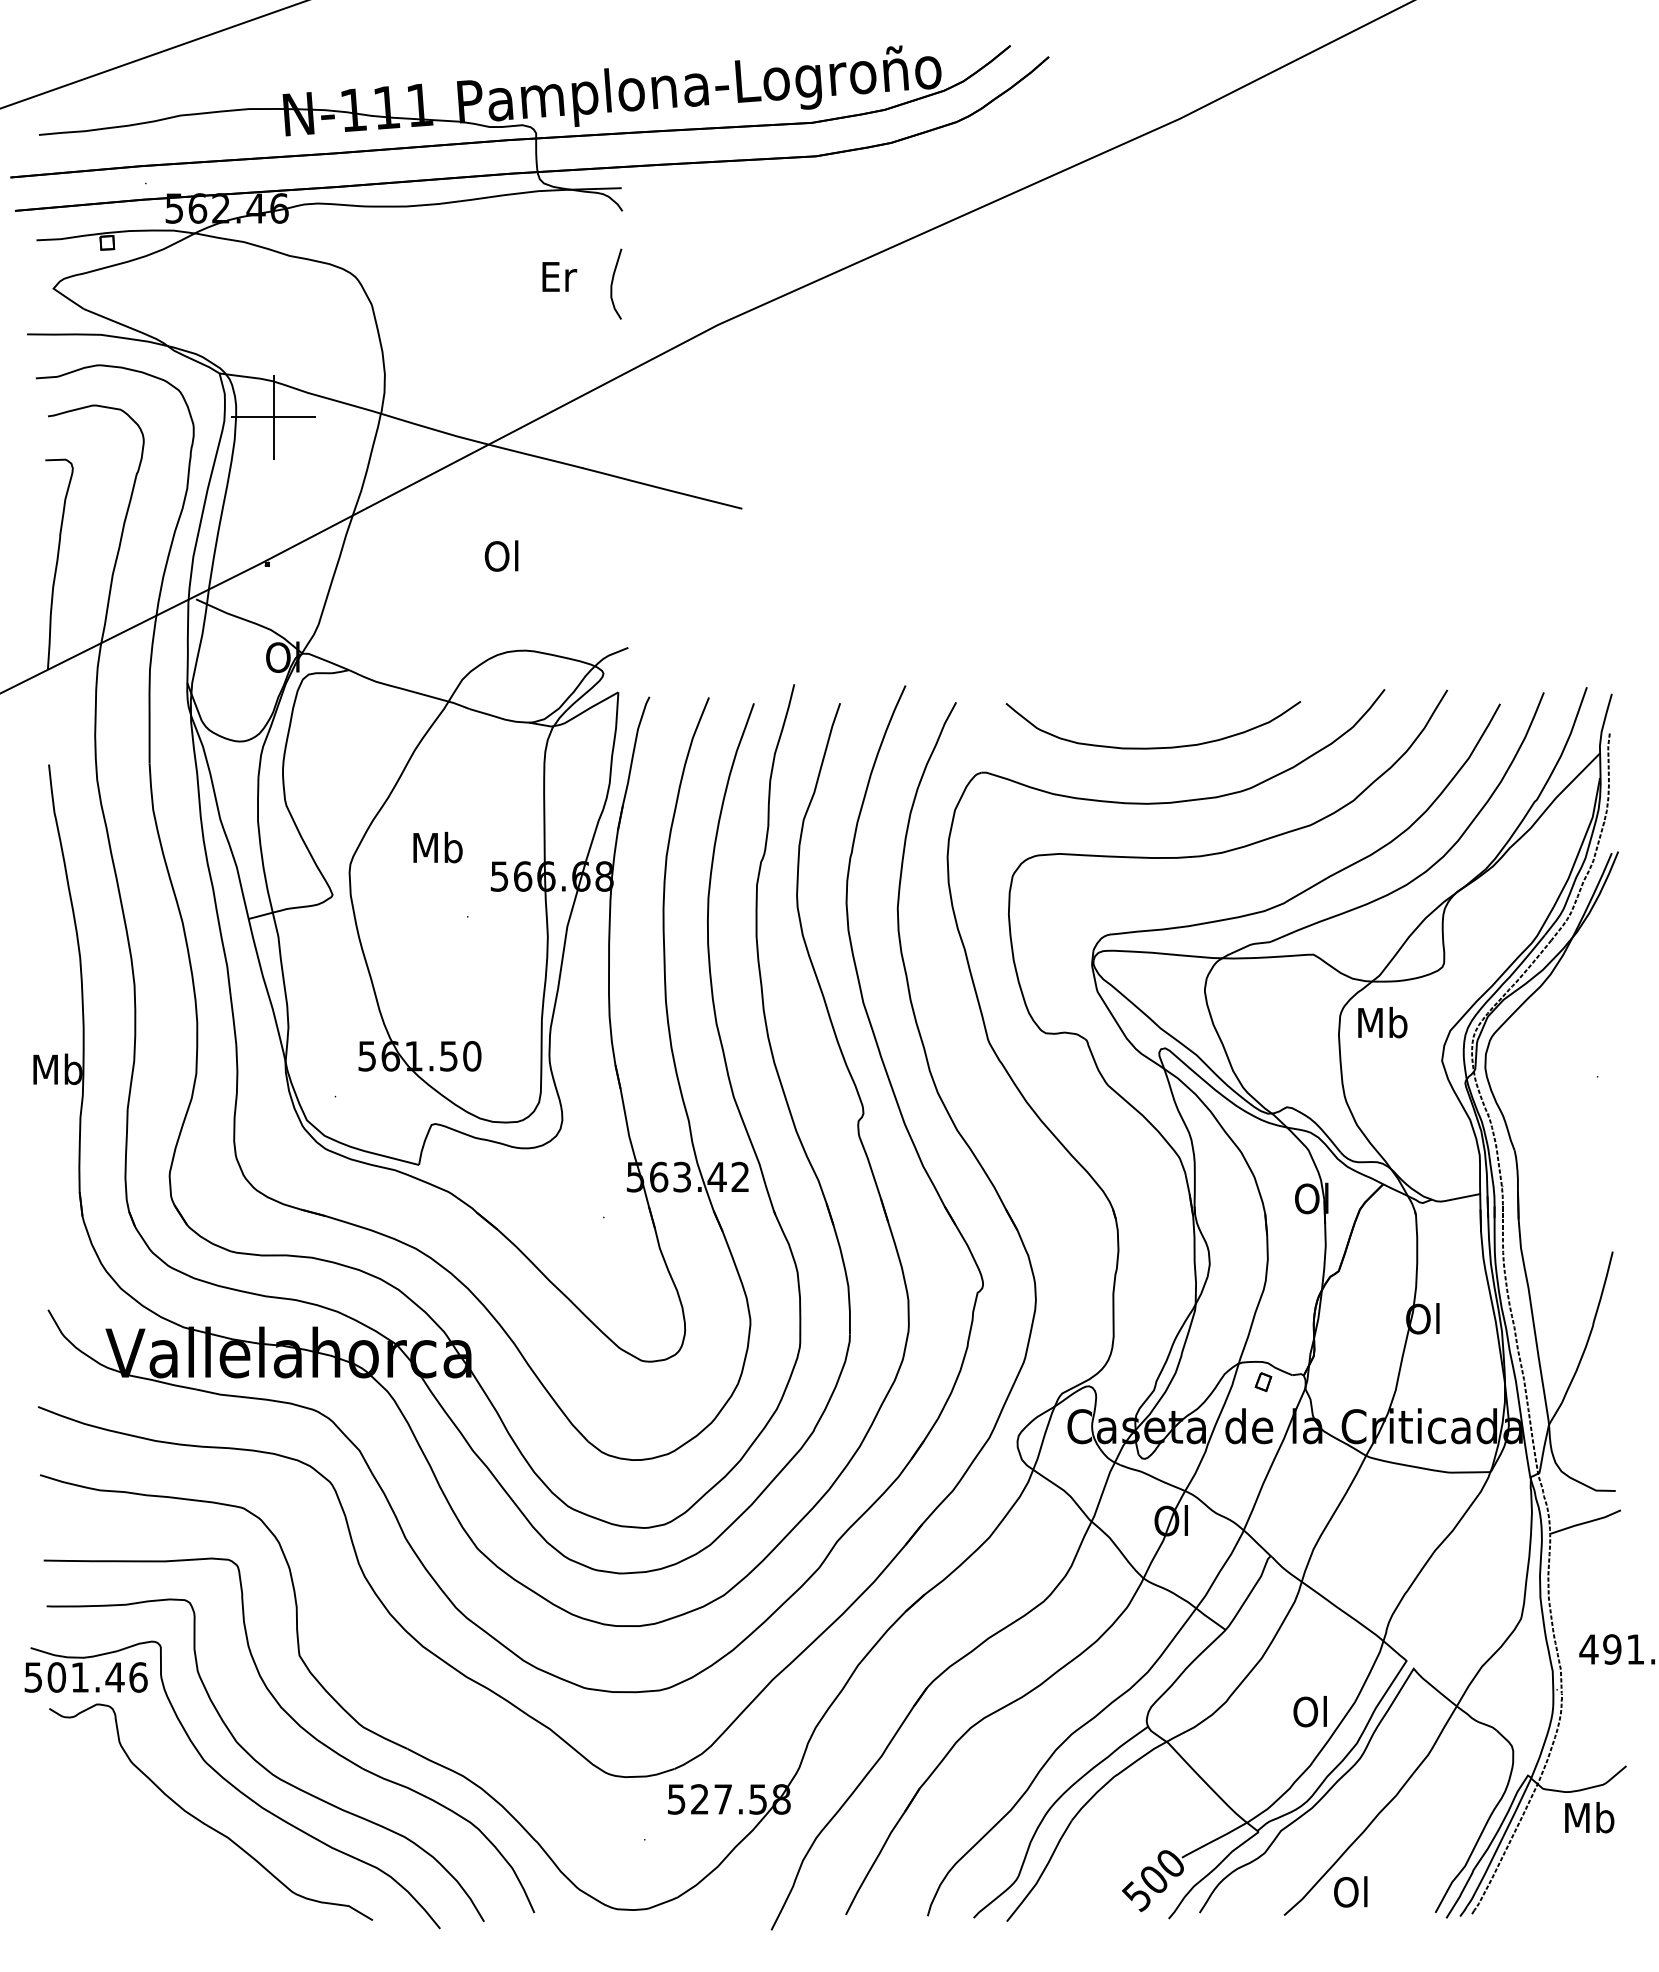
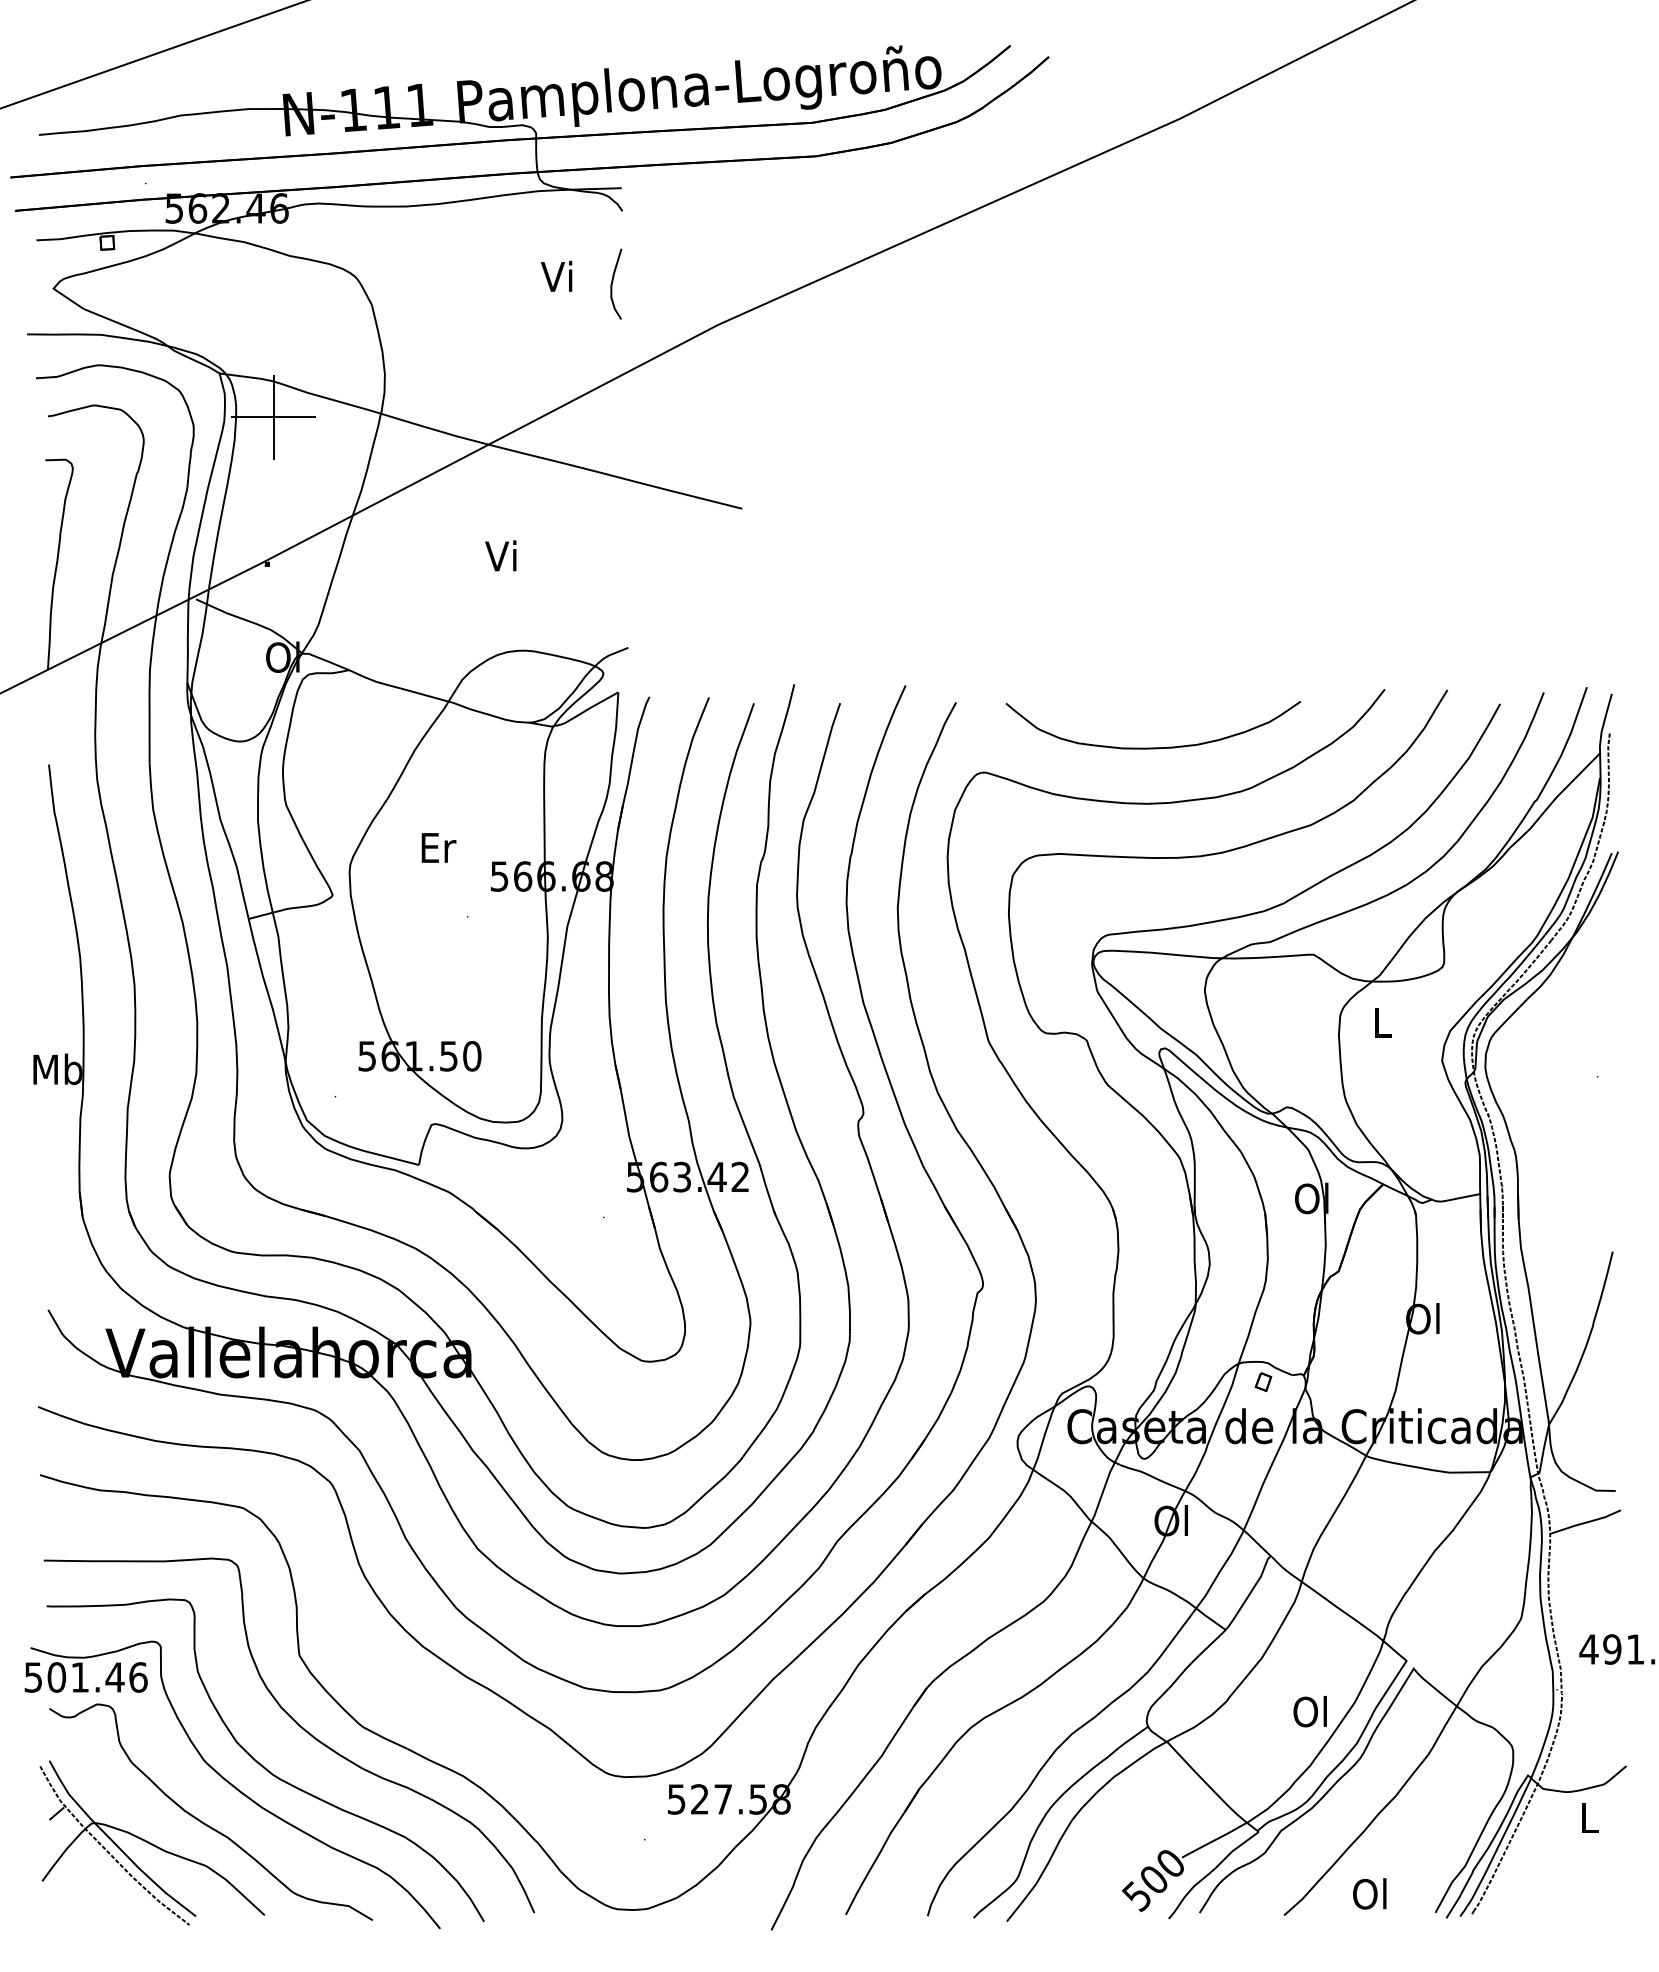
text at (558, 275): Er -> Vi
text at (501, 555): Ol -> Vi
text at (437, 847): Mb -> Er
text at (1382, 1022): Mb -> L
text at (1589, 1817): Mb -> L
part at (152, 1842): none -> present
text at (1350, 1891) position: (1350, 1891) -> (1369, 1893)
